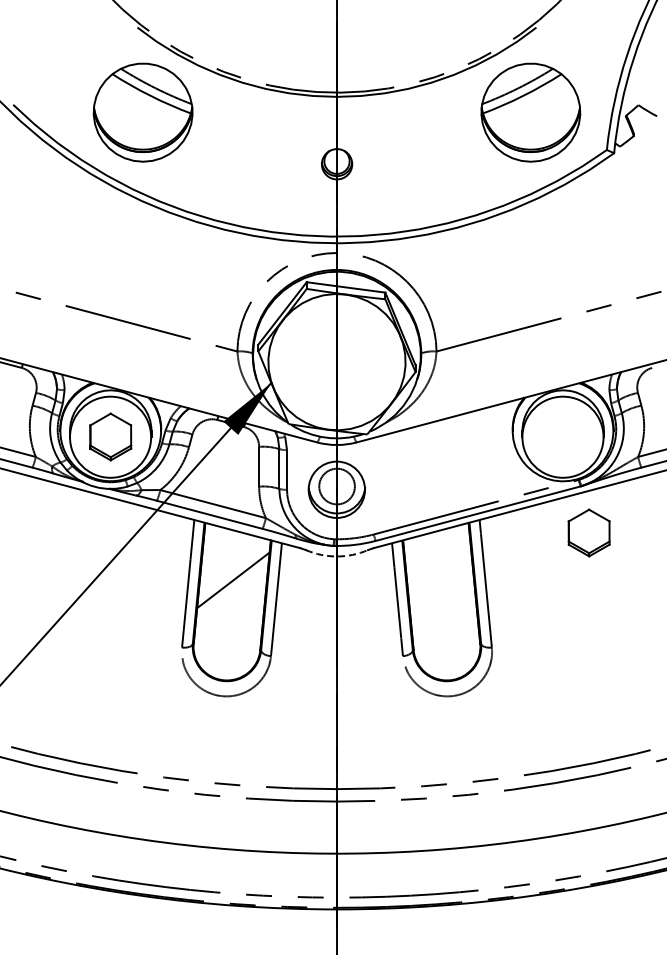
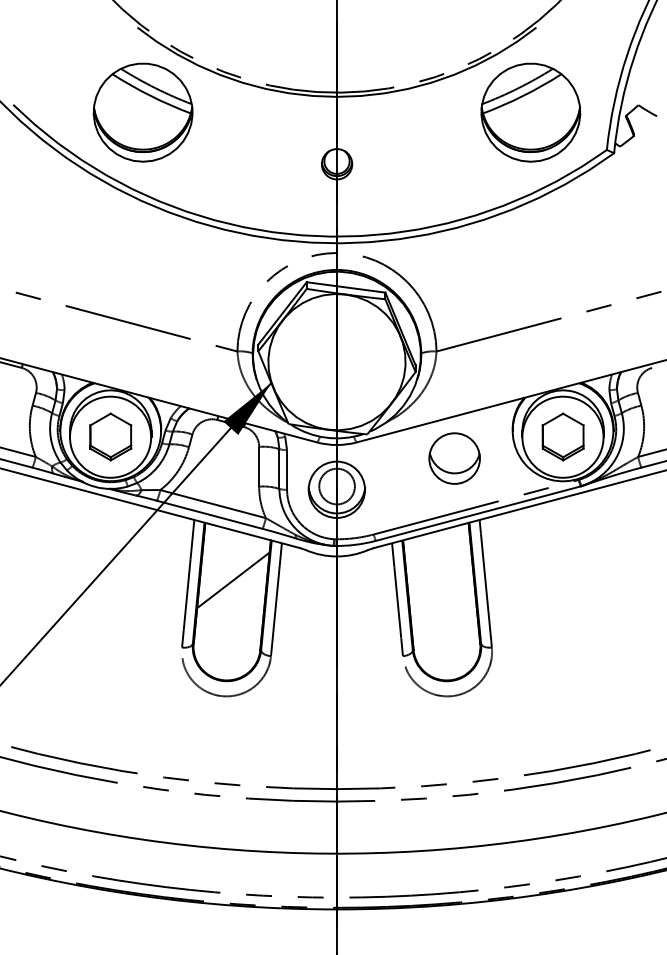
part at (454, 458): none -> present
part at (588, 532) position: (588, 532) -> (562, 436)
arc at (336, 556): dashed -> solid
